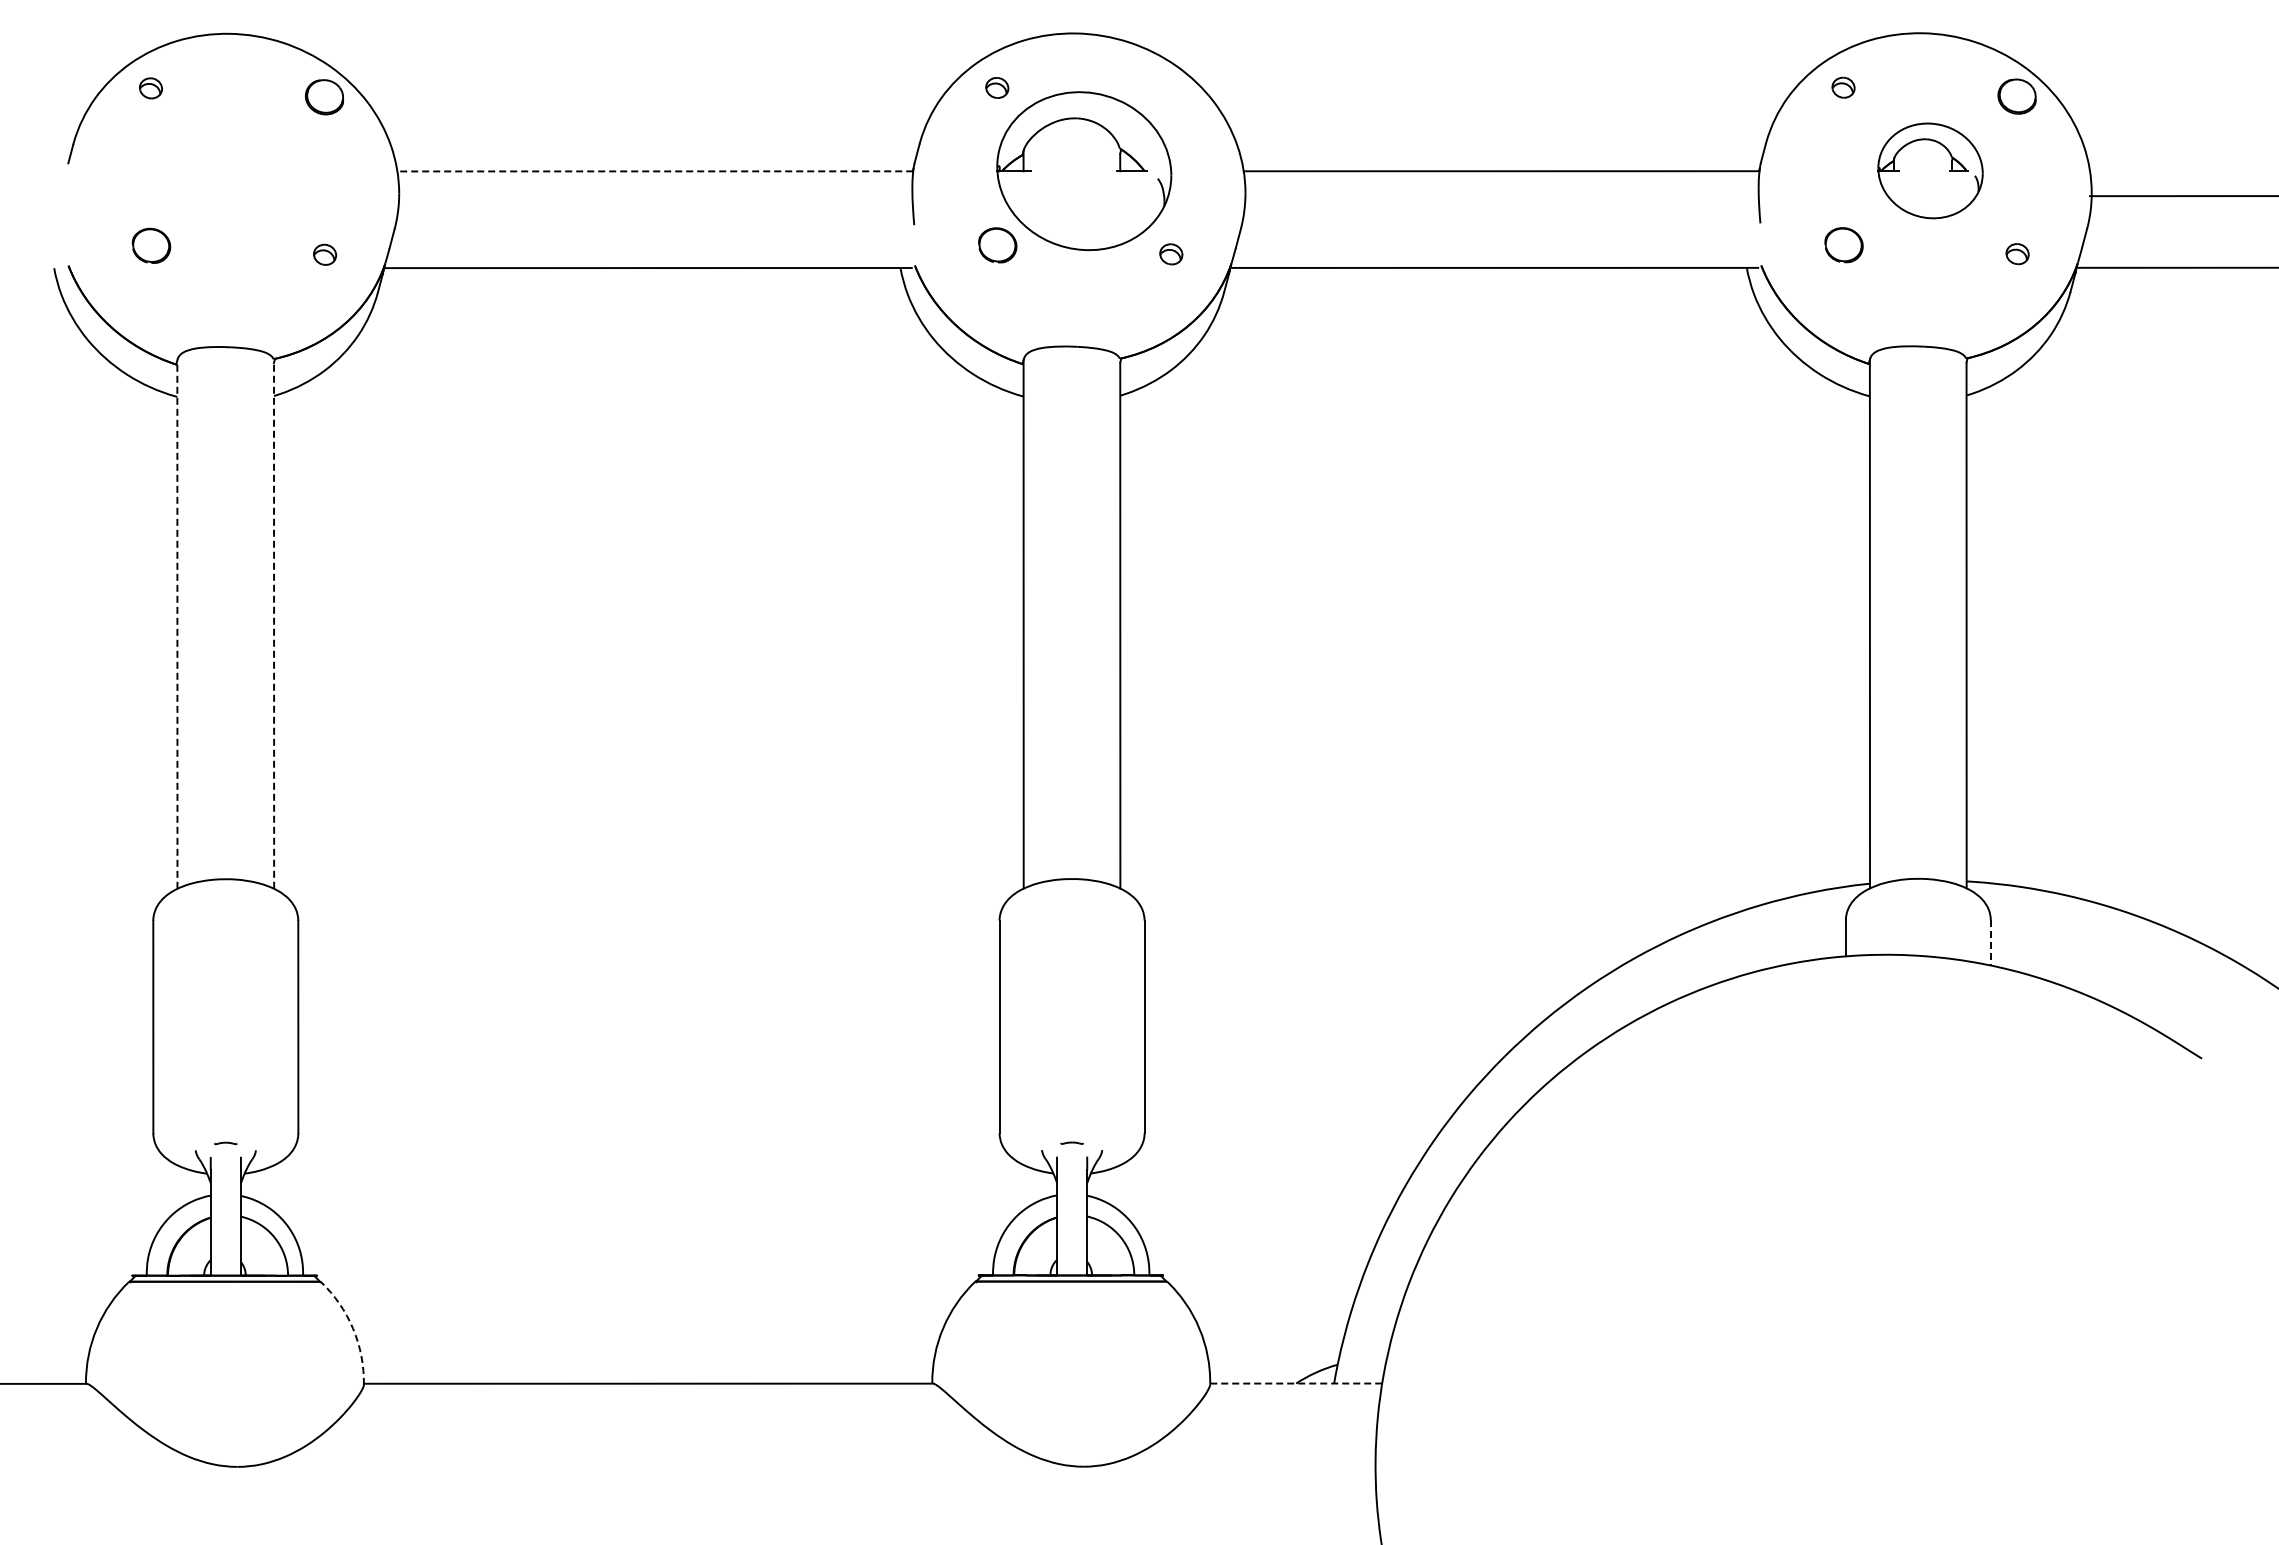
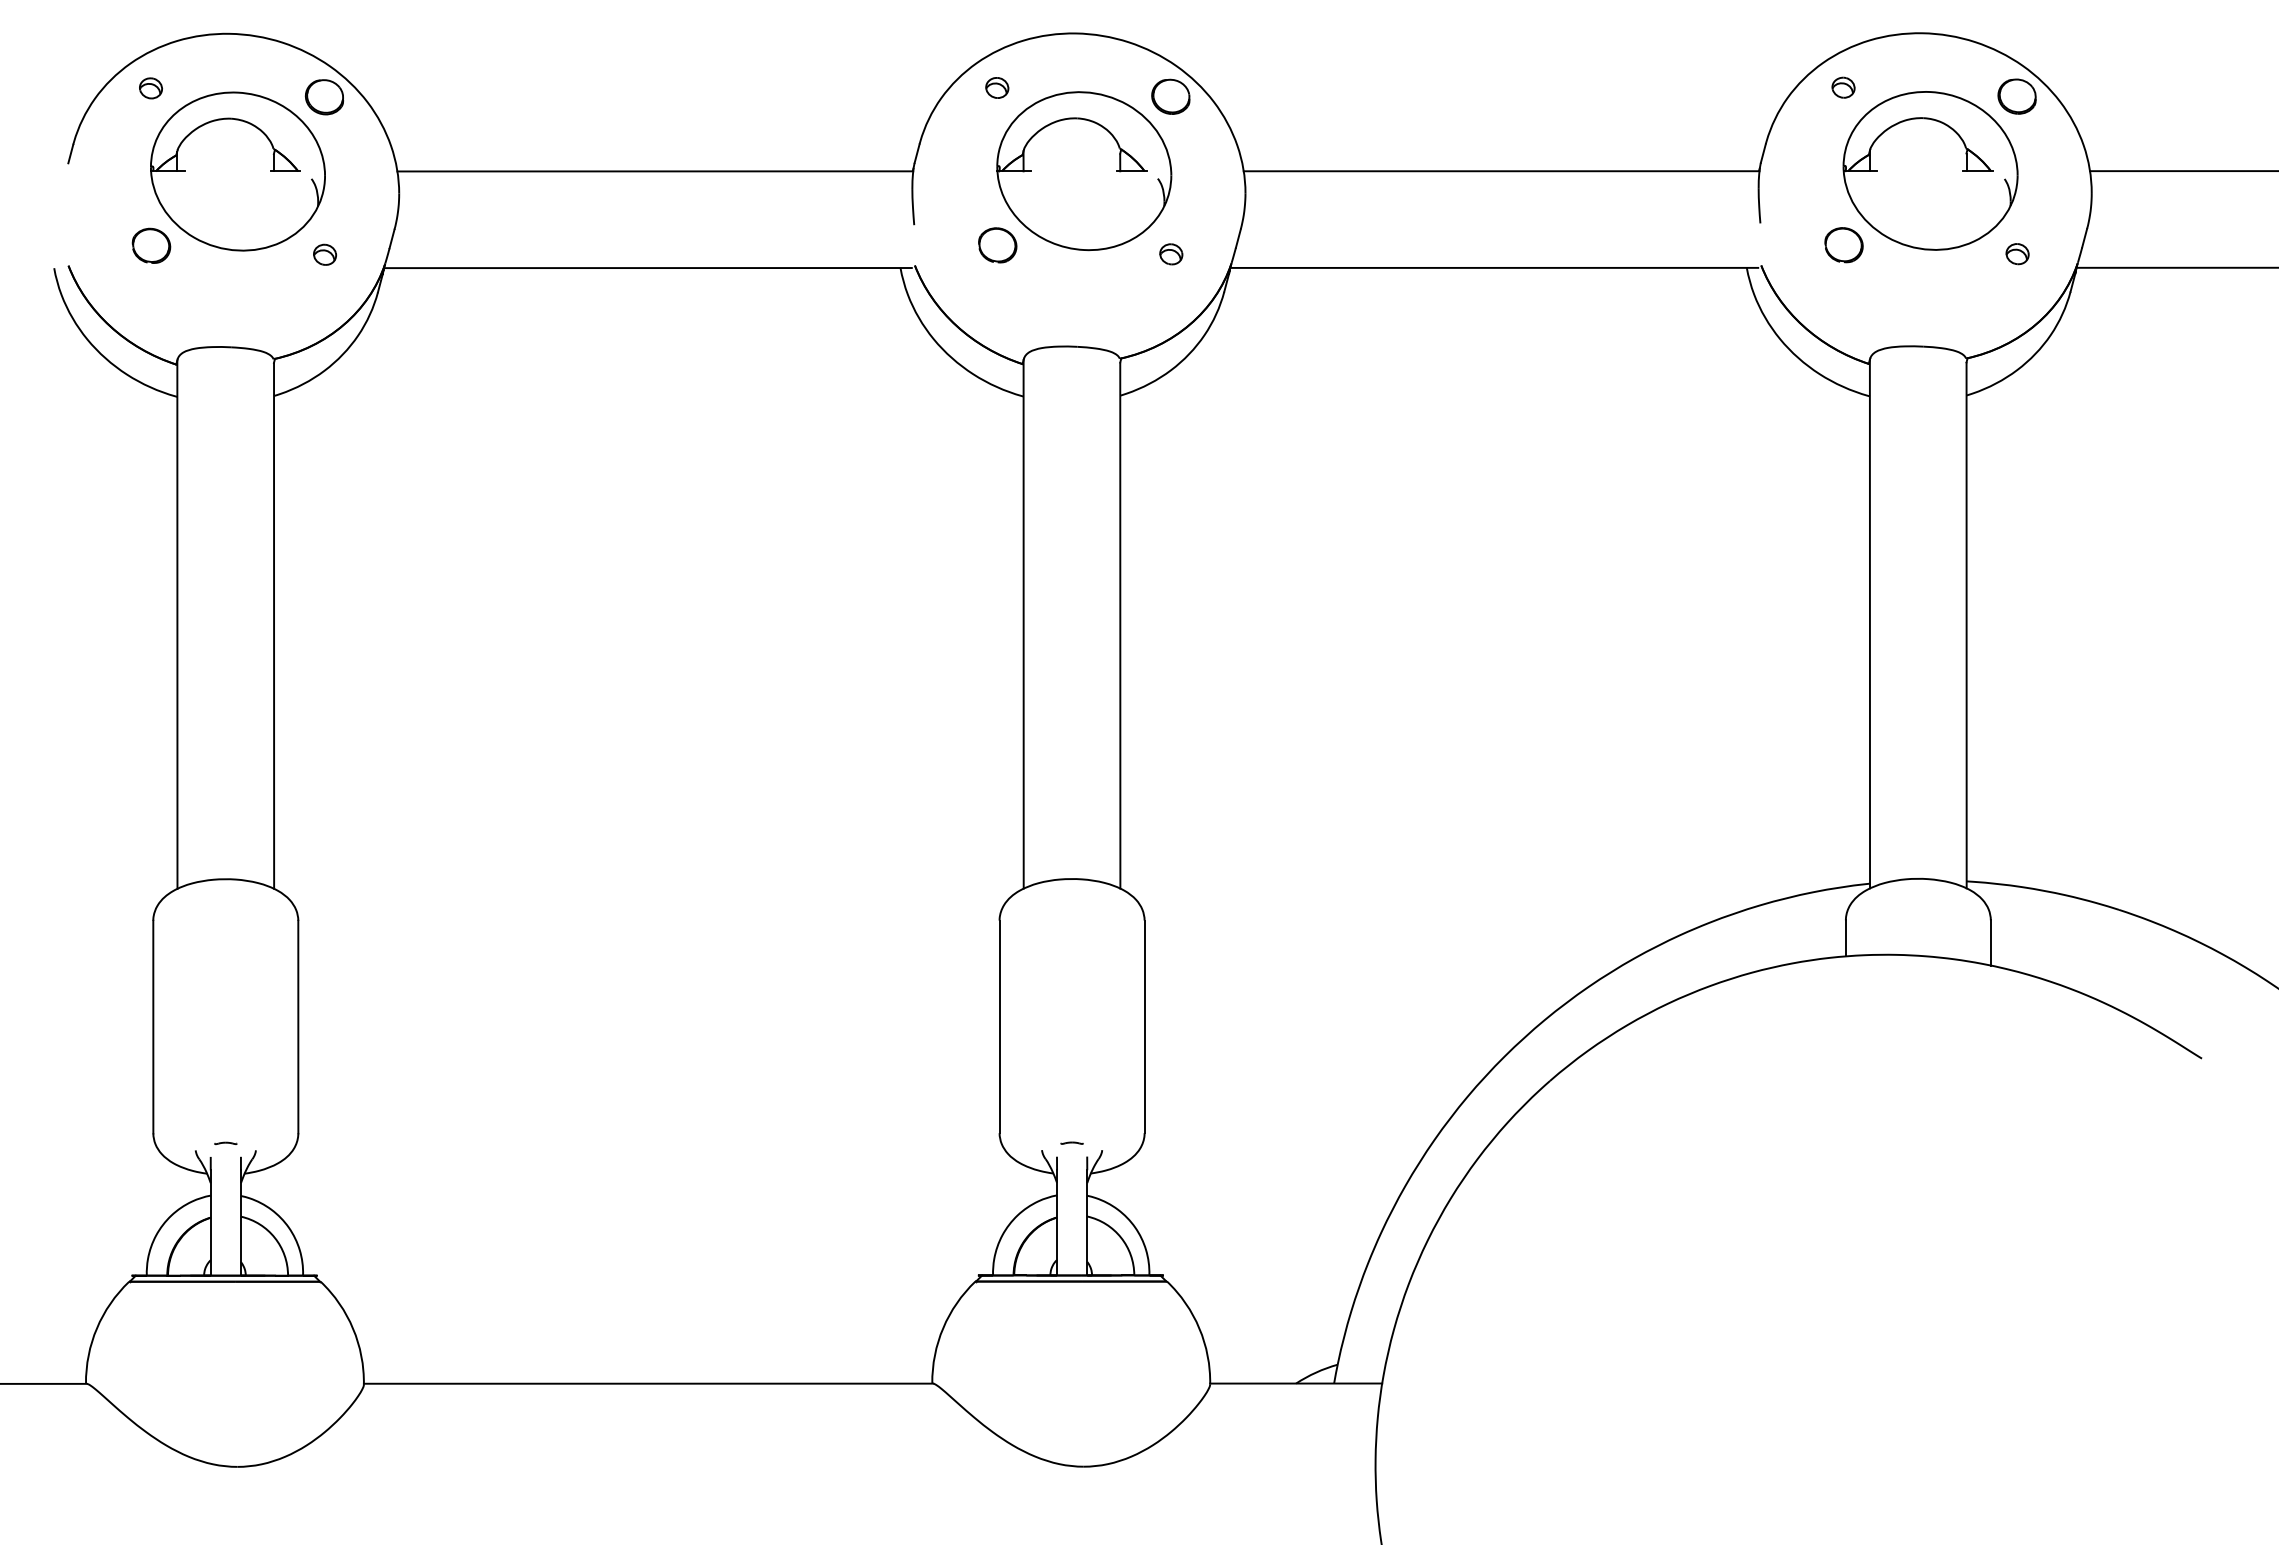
part at (1170, 96): none -> present
part at (1930, 170) size: 107x98 px -> 177x160 px
part at (237, 171): none -> present
line at (655, 171): dashed -> solid
line at (2182, 196) position: (2182, 196) -> (2182, 171)
line at (177, 624): dashed -> solid
line at (274, 626): dashed -> solid
line at (1990, 942): dashed -> solid
arc at (353, 1328): dashed -> solid
line at (1295, 1383): dashed -> solid
